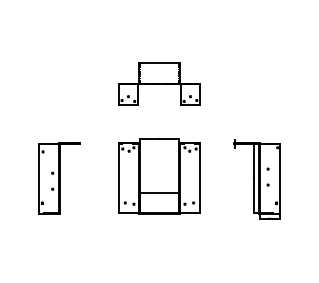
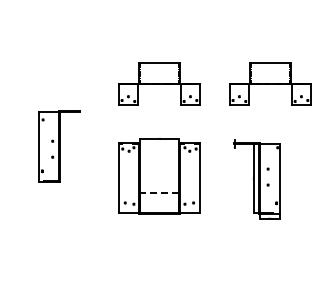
part at (270, 83): none -> present
part at (59, 178) position: (59, 178) -> (59, 146)
line at (159, 192): solid -> dashed
